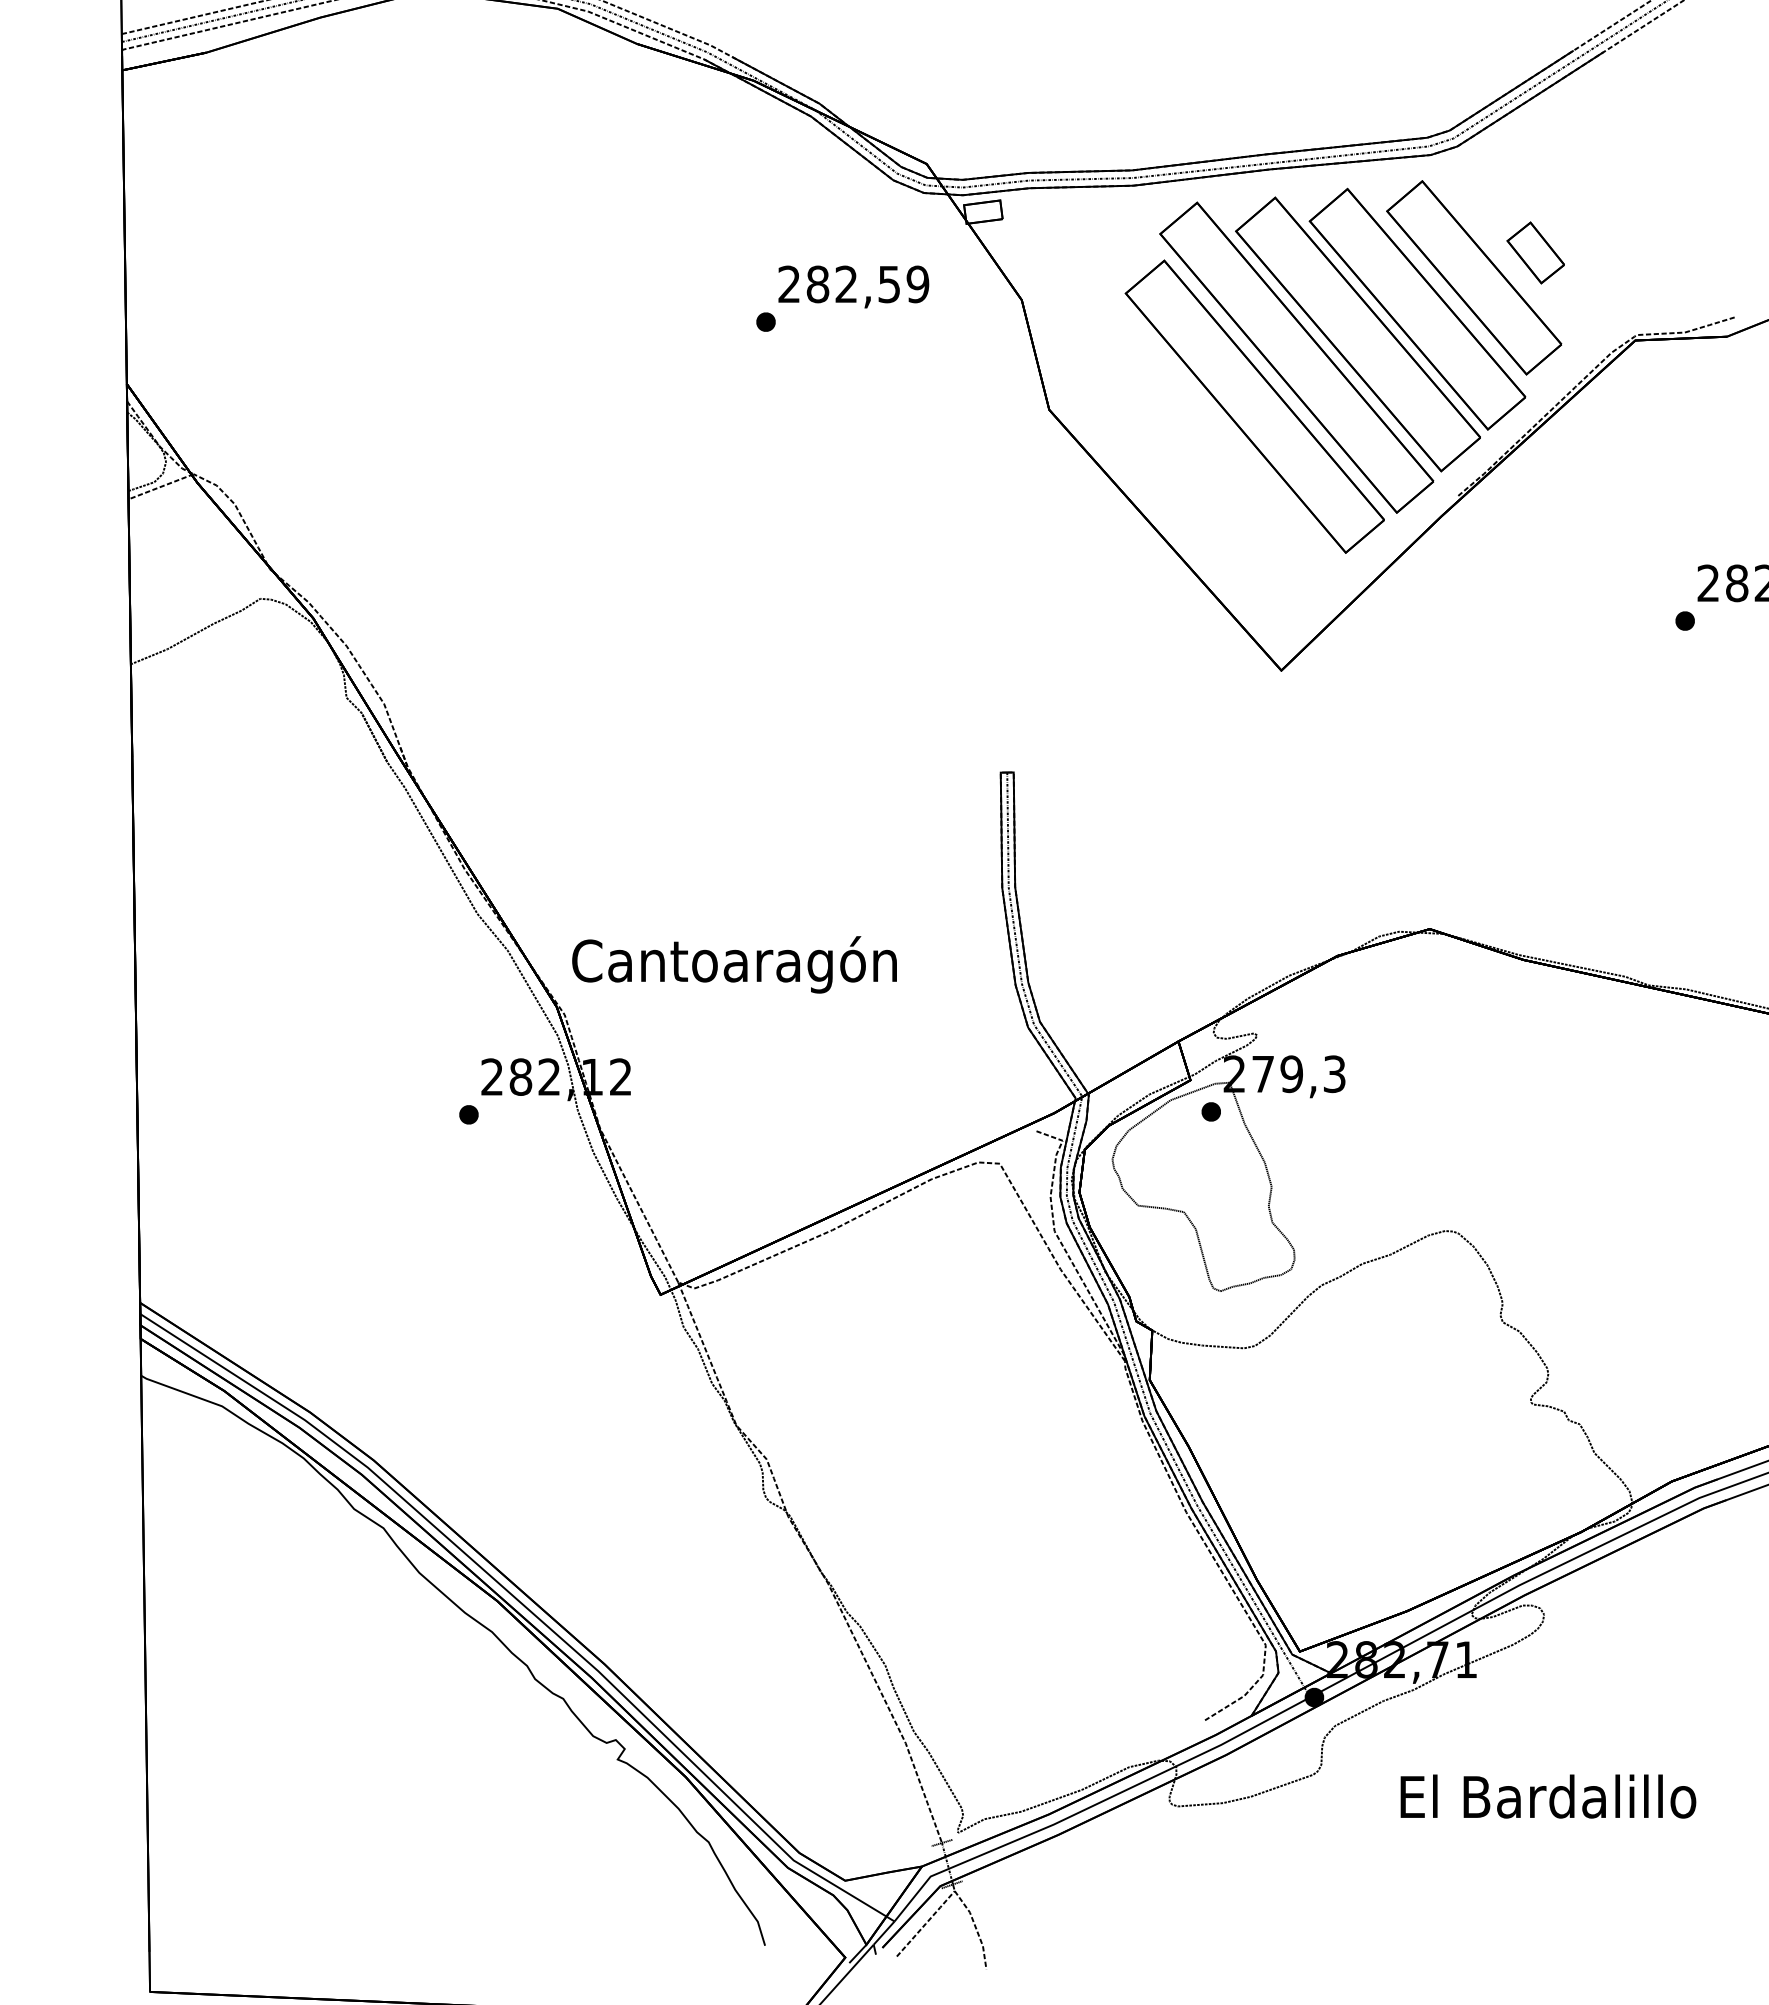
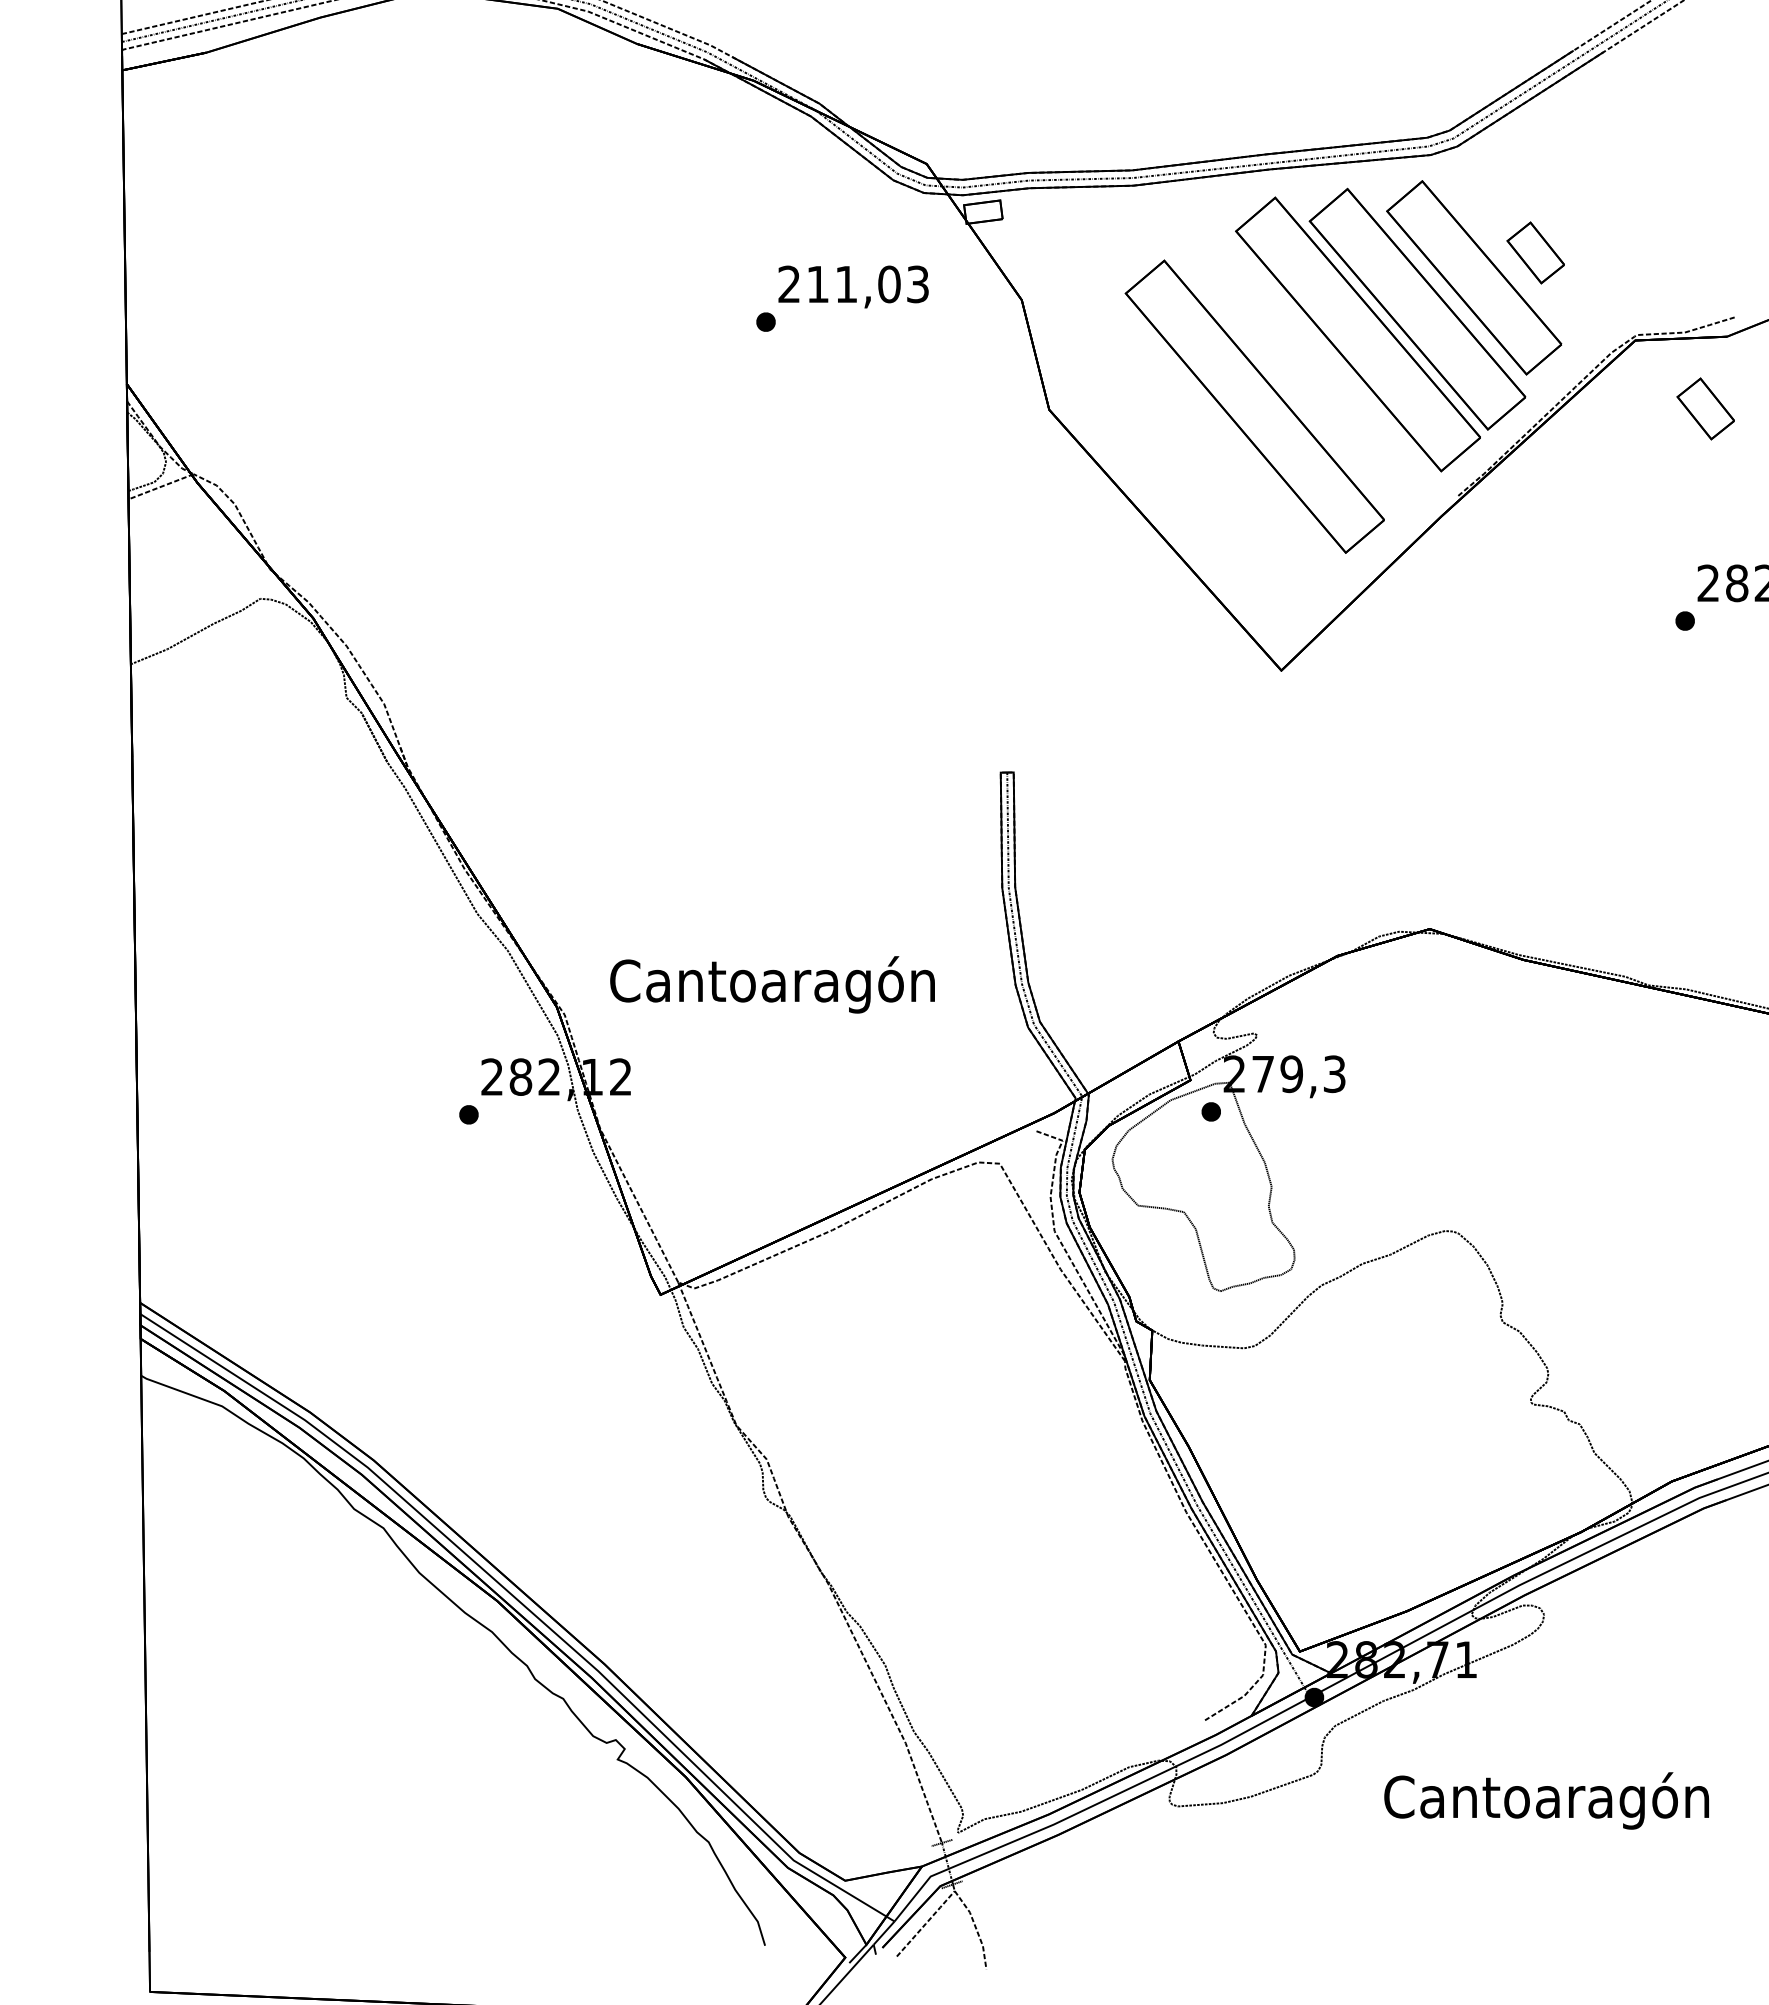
text at (867, 284): 282,59 -> 211,03
part at (1296, 357): present -> none
part at (1705, 408): none -> present
text at (734, 964) position: (734, 964) -> (772, 984)
text at (1546, 1800): El Bardalillo -> Cantoaragón
